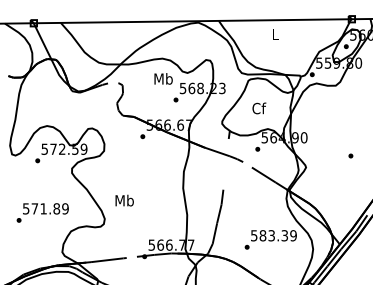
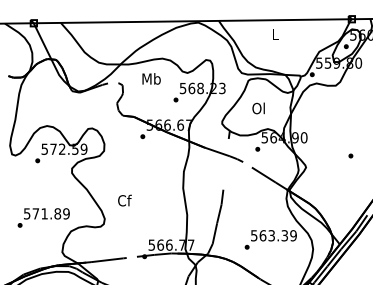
text at (163, 78) position: (163, 78) -> (151, 78)
text at (259, 108): Cf -> Ol
text at (124, 200): Mb -> Cf
text at (42, 212) position: (42, 212) -> (43, 217)
text at (262, 235): 583.39 -> 563.39
